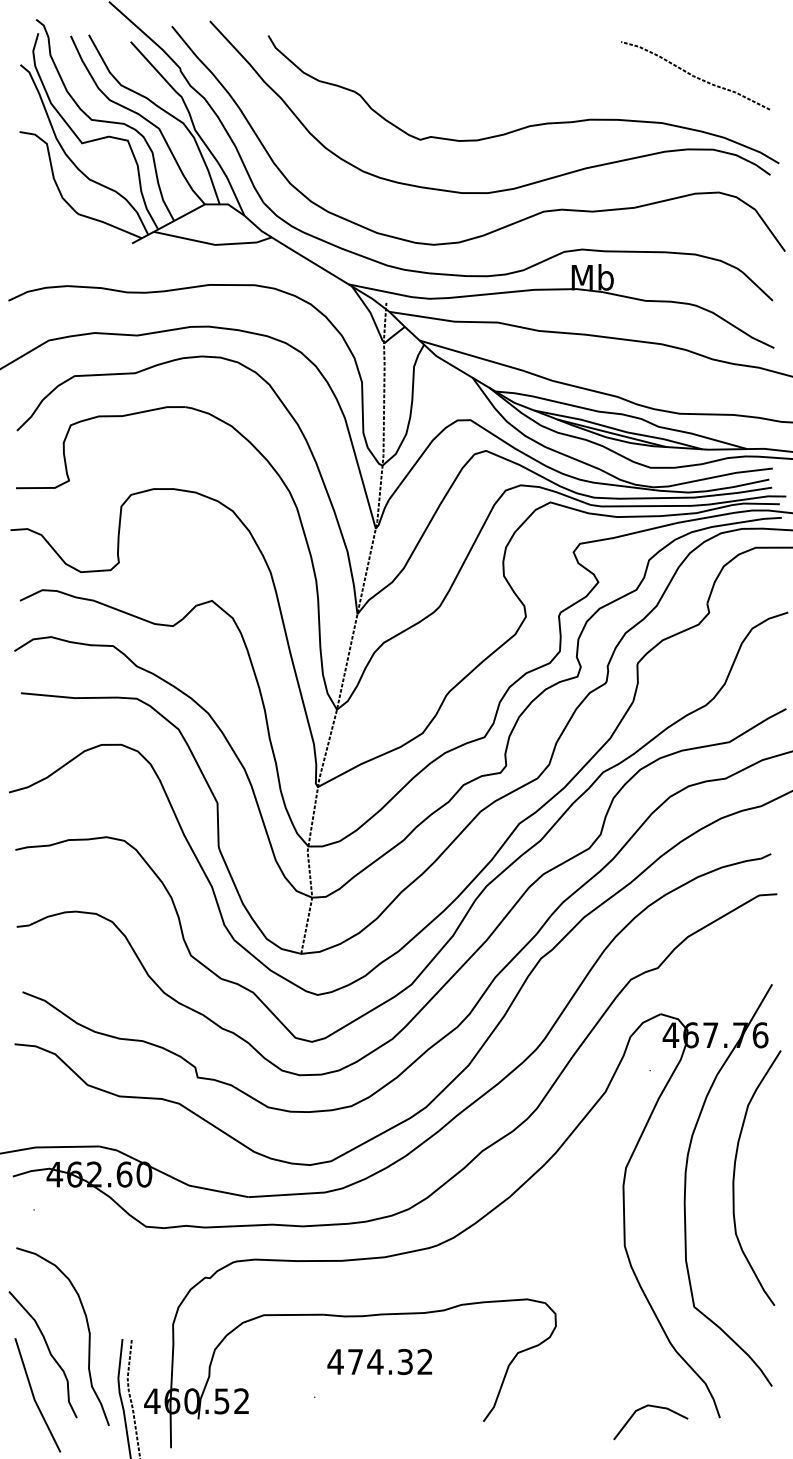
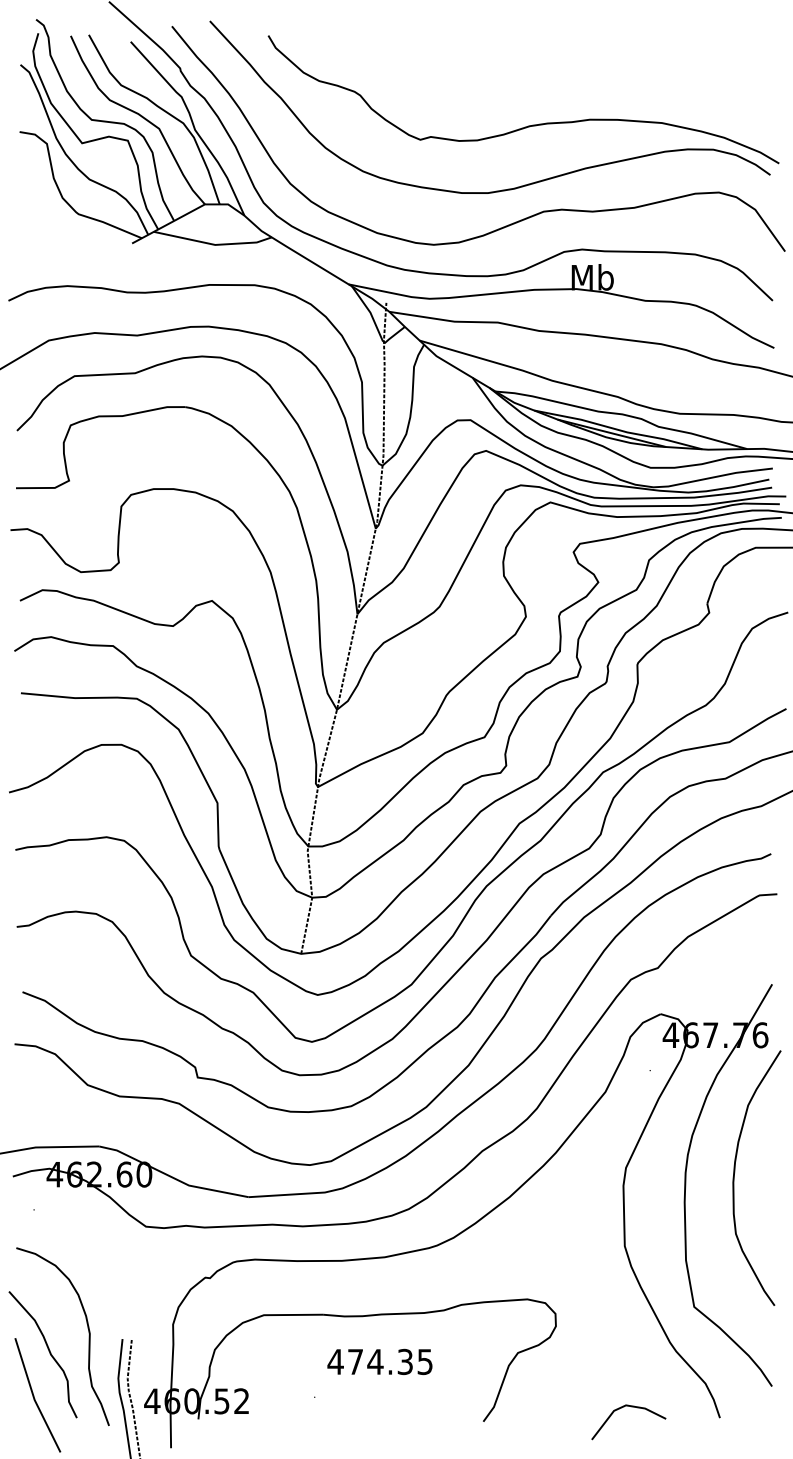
curve at (694, 75): present -> none
text at (424, 1361): 474.32 -> 474.35
line at (653, 1407) position: (653, 1407) -> (631, 1407)
